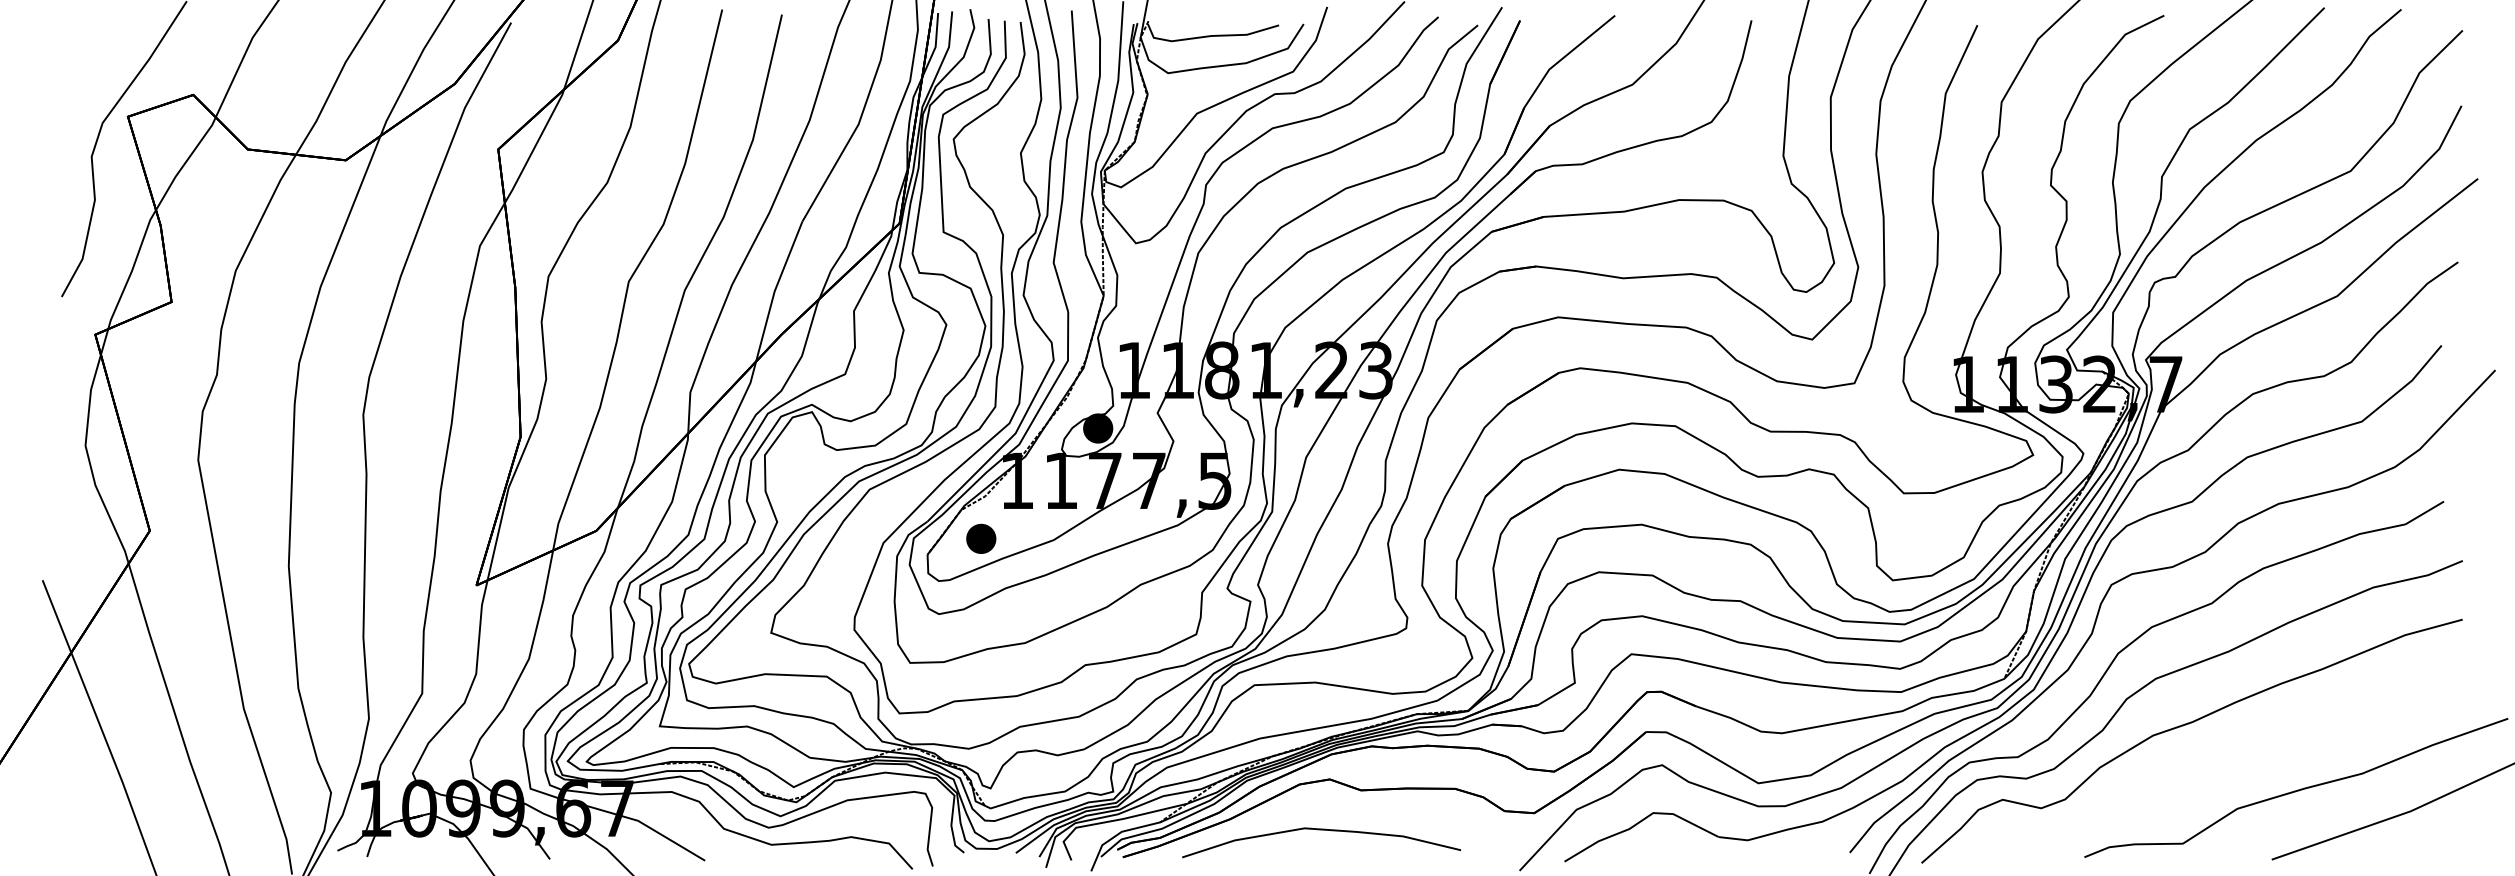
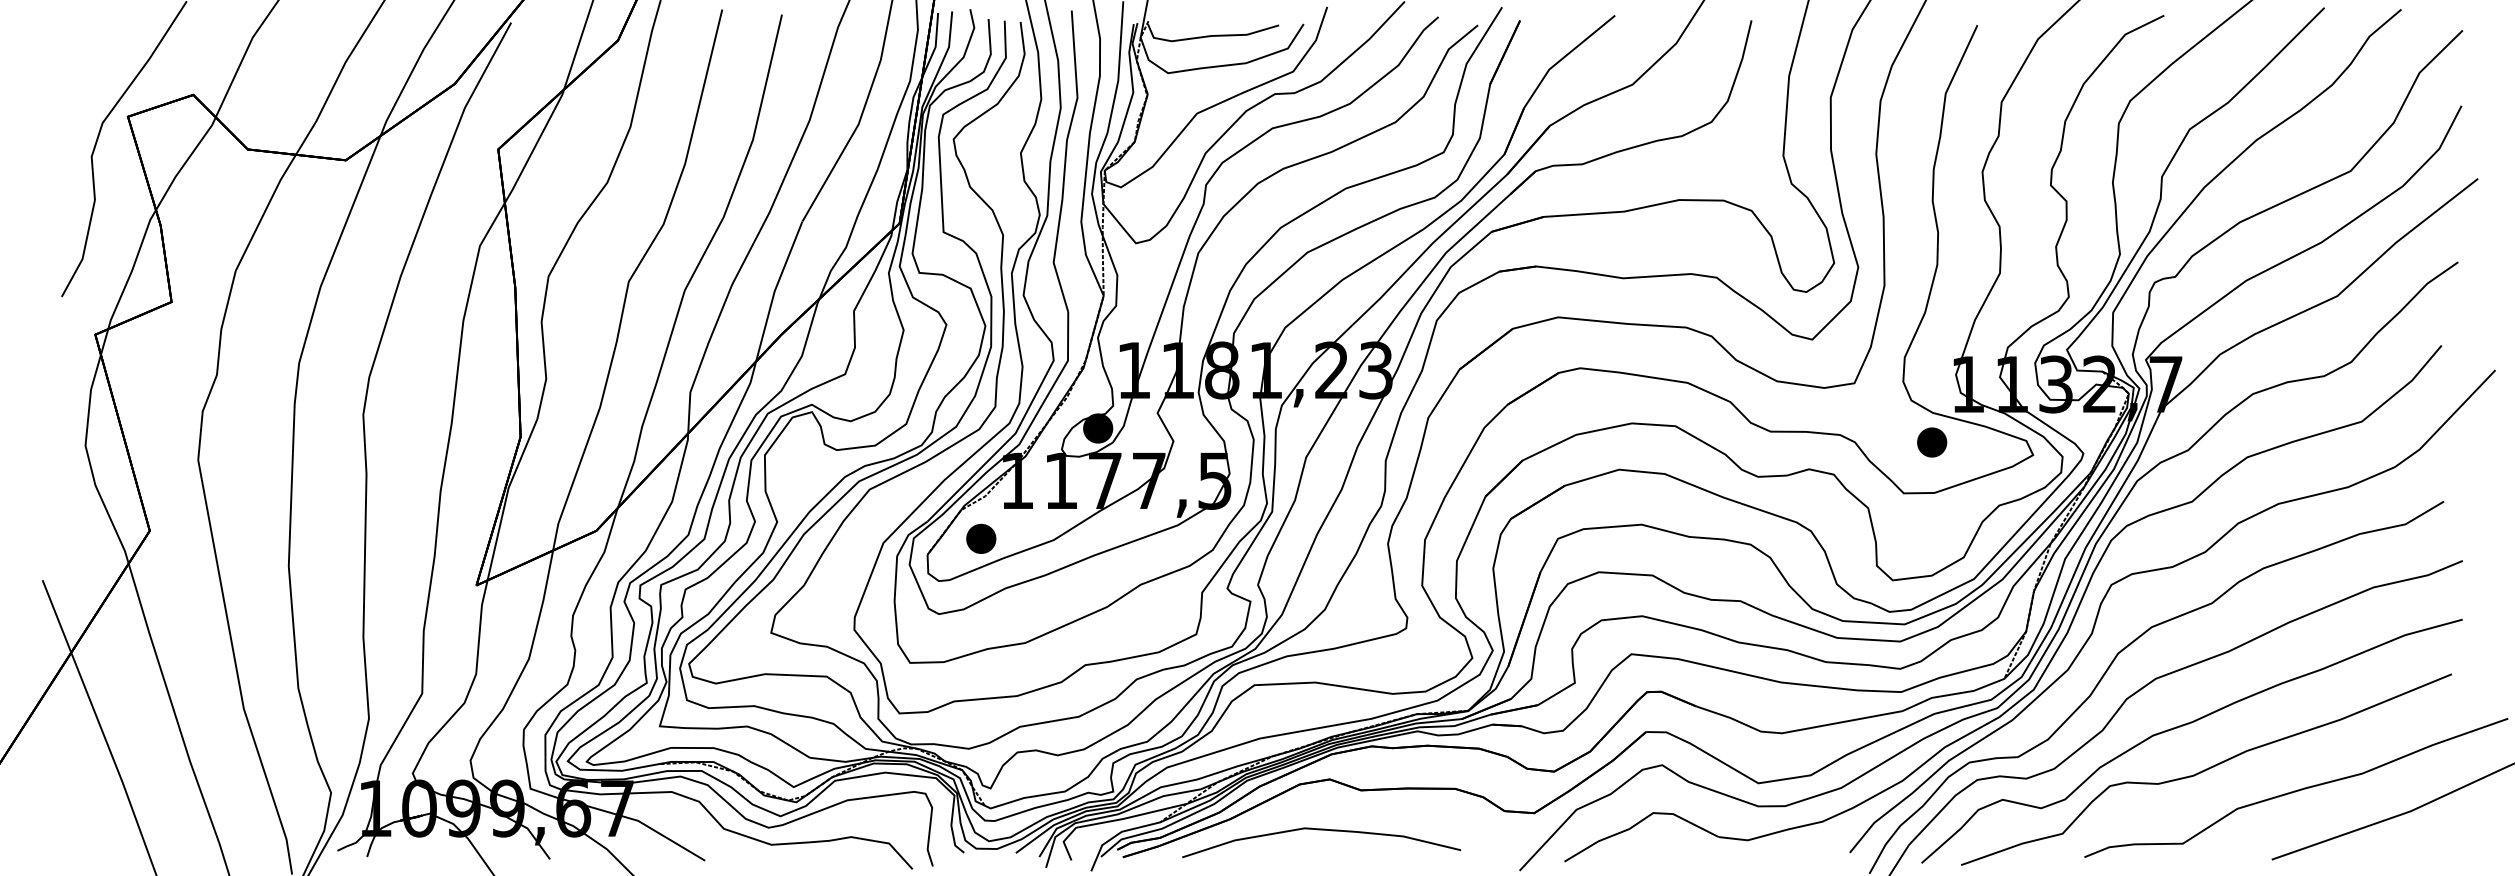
part at (1932, 442): none -> present
curve at (2206, 769): none -> present
